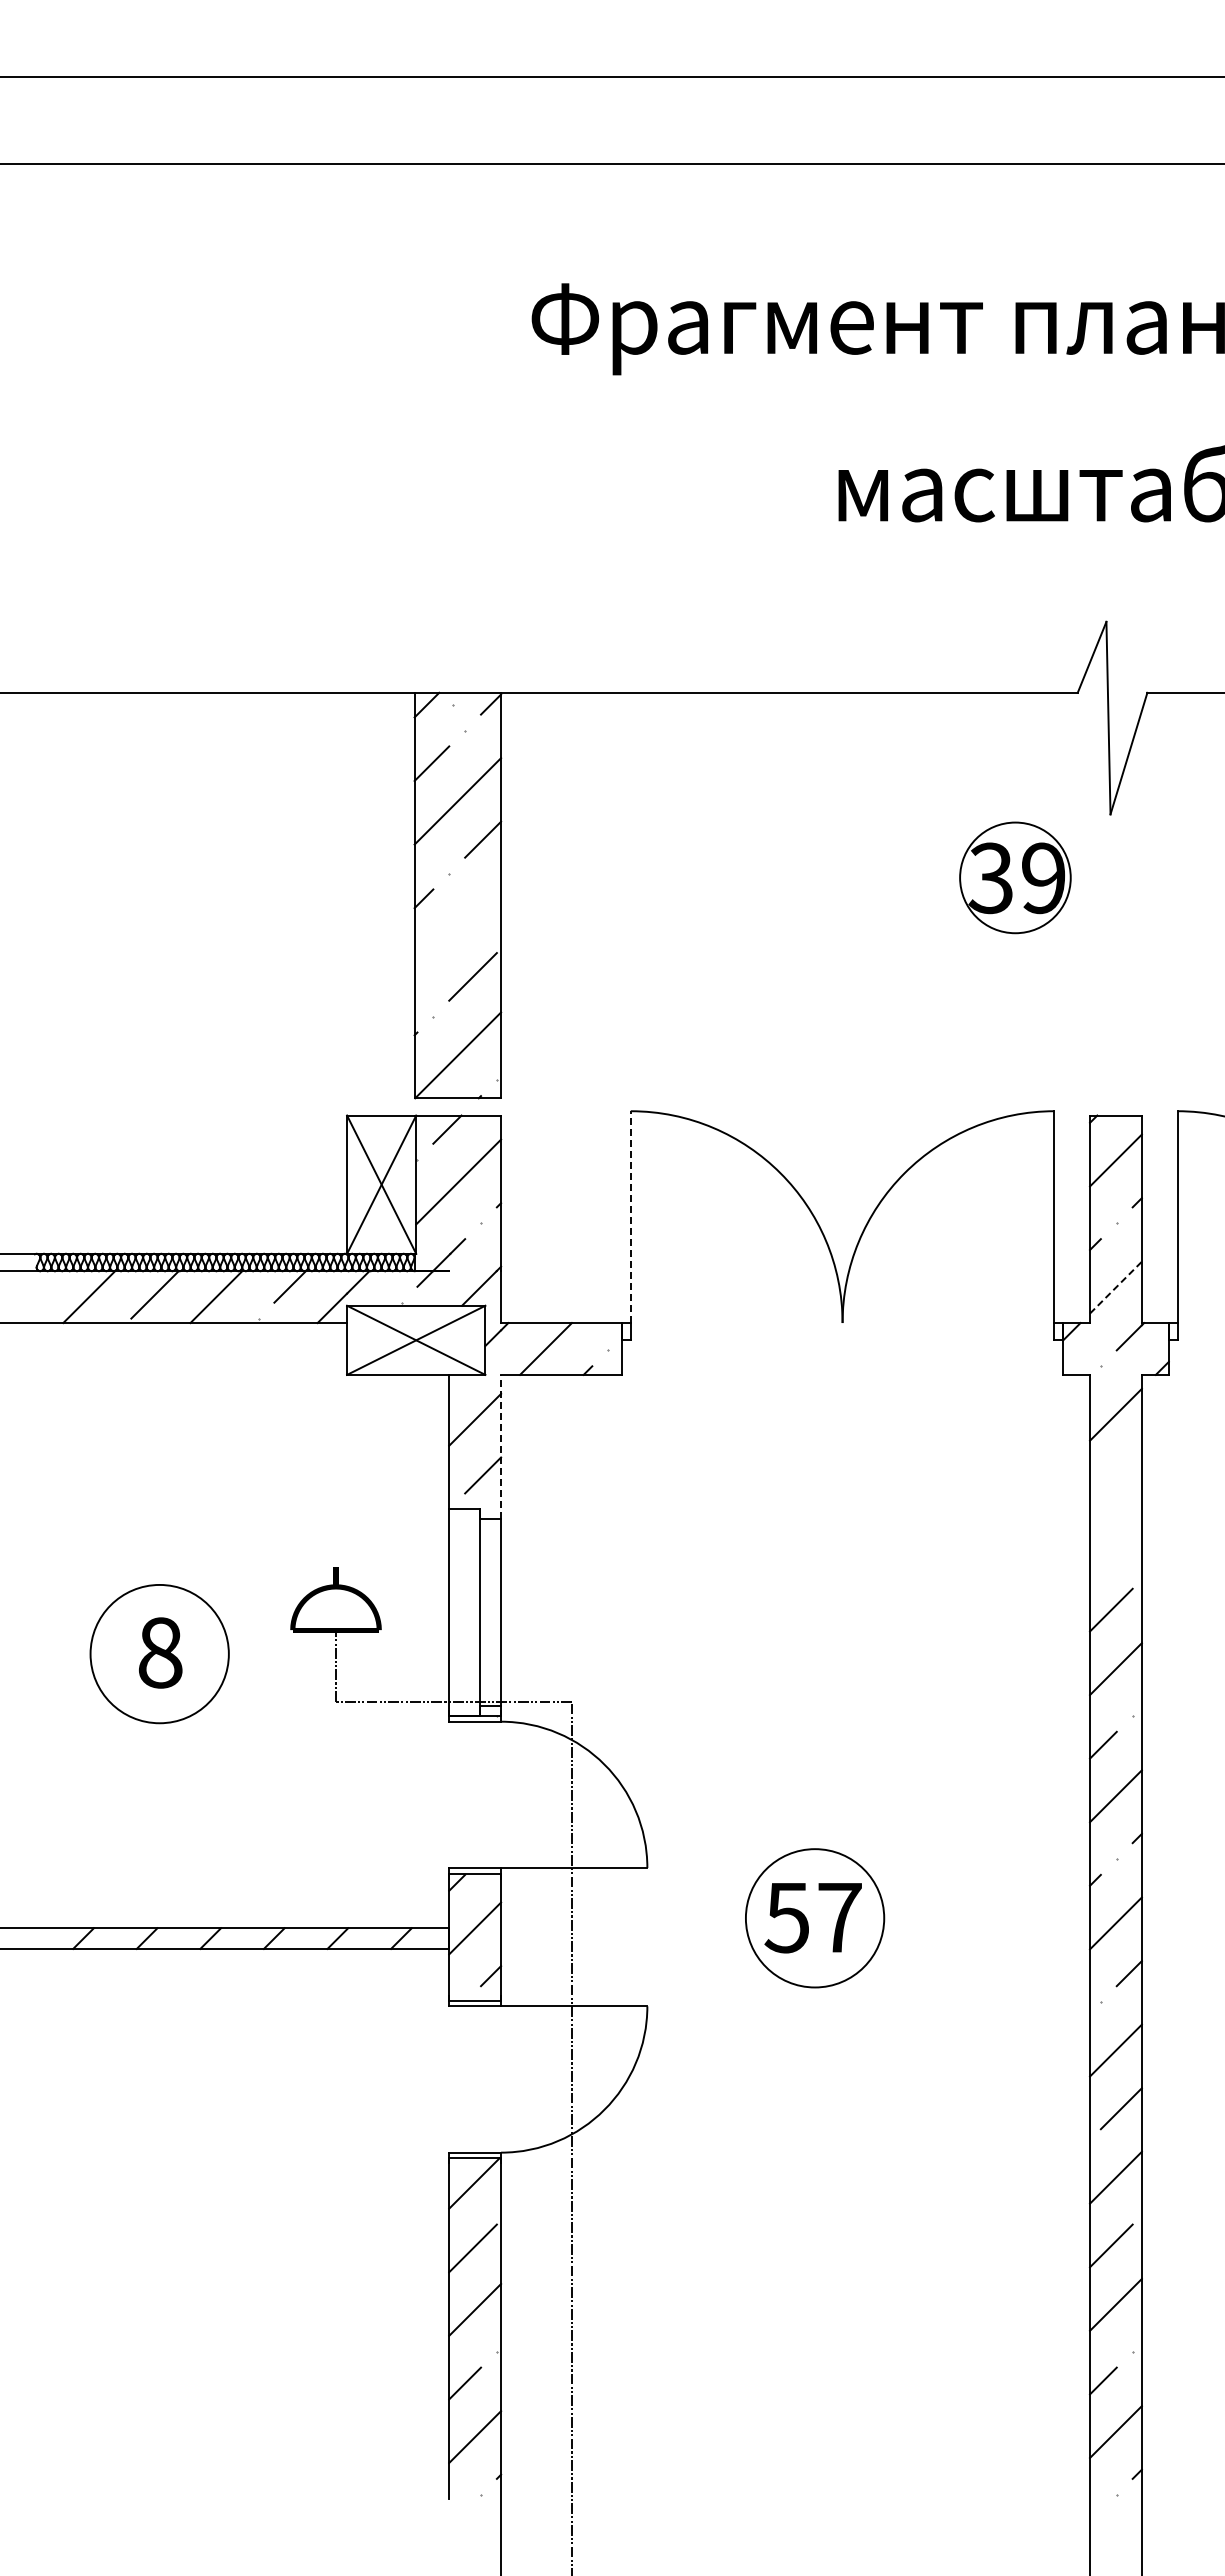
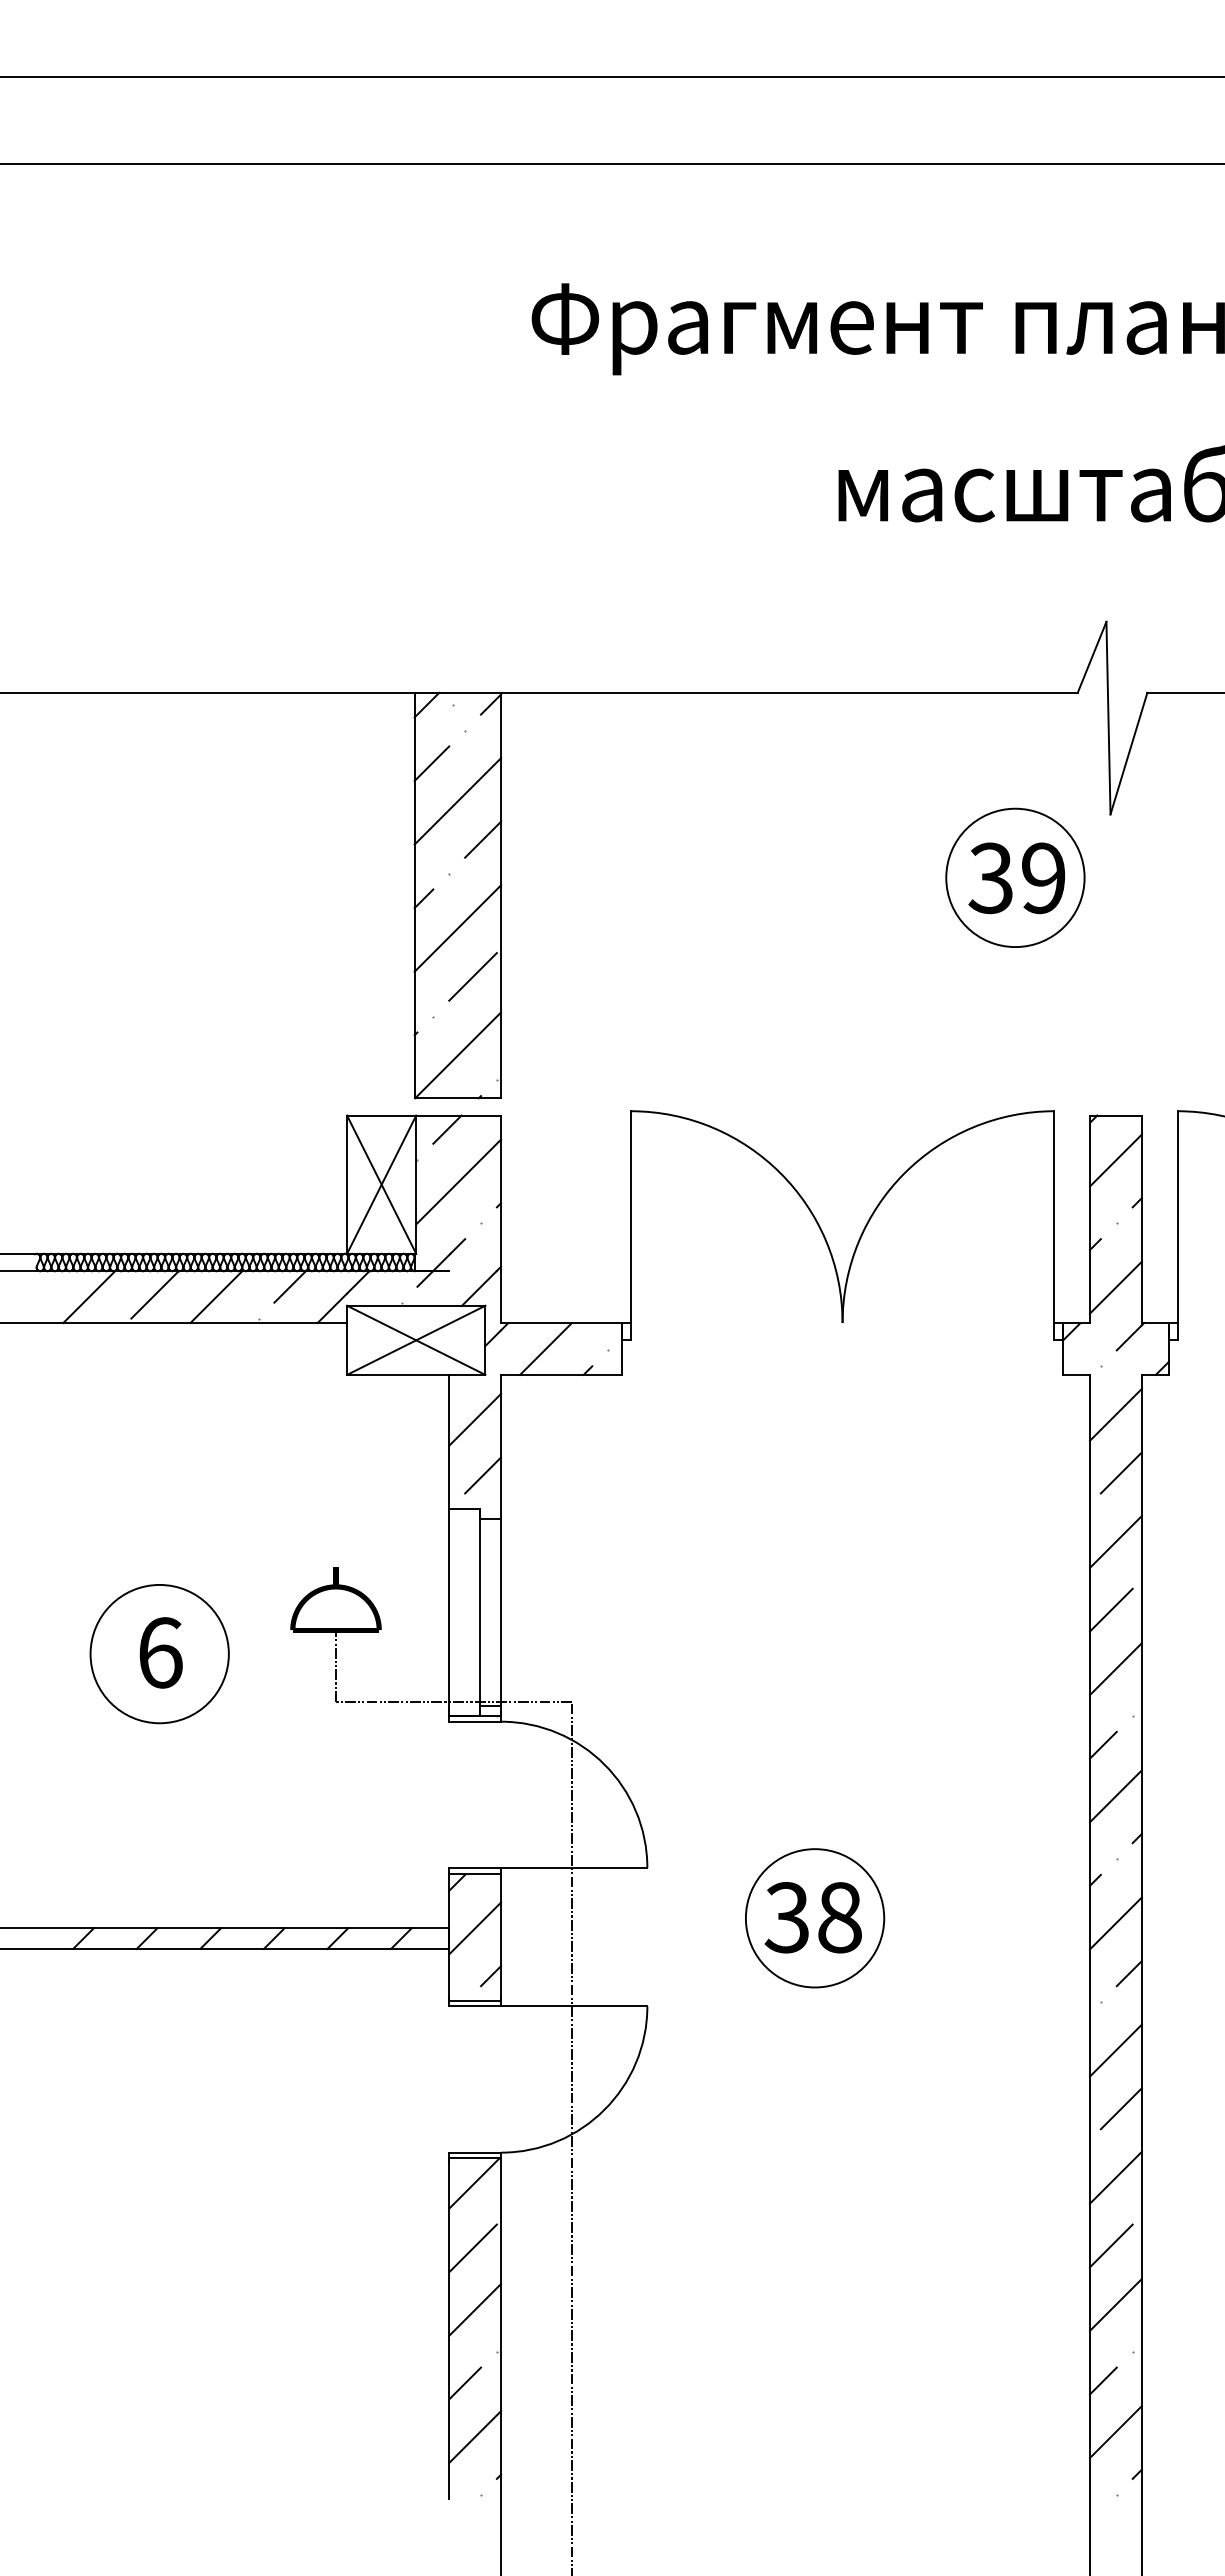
circle at (1015, 877) diameter: 111 px -> 138 px
line at (457, 928): none -> present
line at (630, 1217): dashed -> solid
line at (1115, 1287): dashed -> solid
line at (501, 1446): dashed -> solid
line at (1120, 1472): none -> present
line at (1115, 1541): none -> present
text at (160, 1652): 8 -> 6
text at (812, 1917): 57 -> 38
